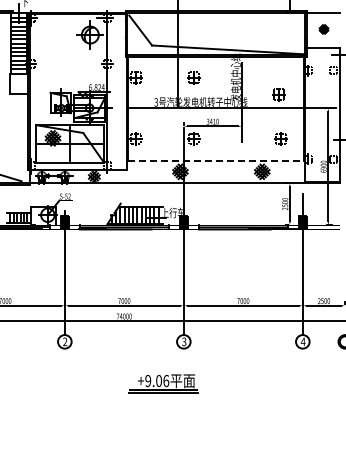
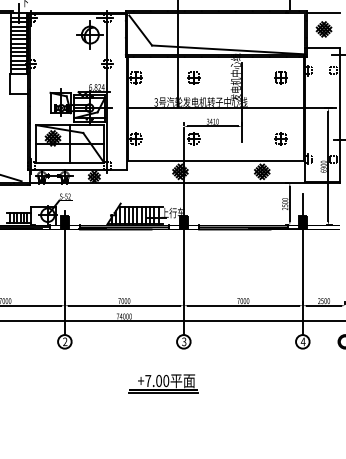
part at (323, 29) size: 12x11 px -> 18x17 px
part at (278, 94) position: (278, 94) -> (280, 77)
line at (216, 160): dashed -> solid
text at (157, 381): +9.06 -> +7.00
